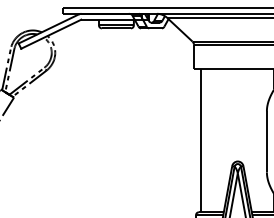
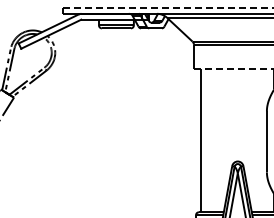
line at (168, 8): solid -> dashed
line at (233, 69): solid -> dashed
